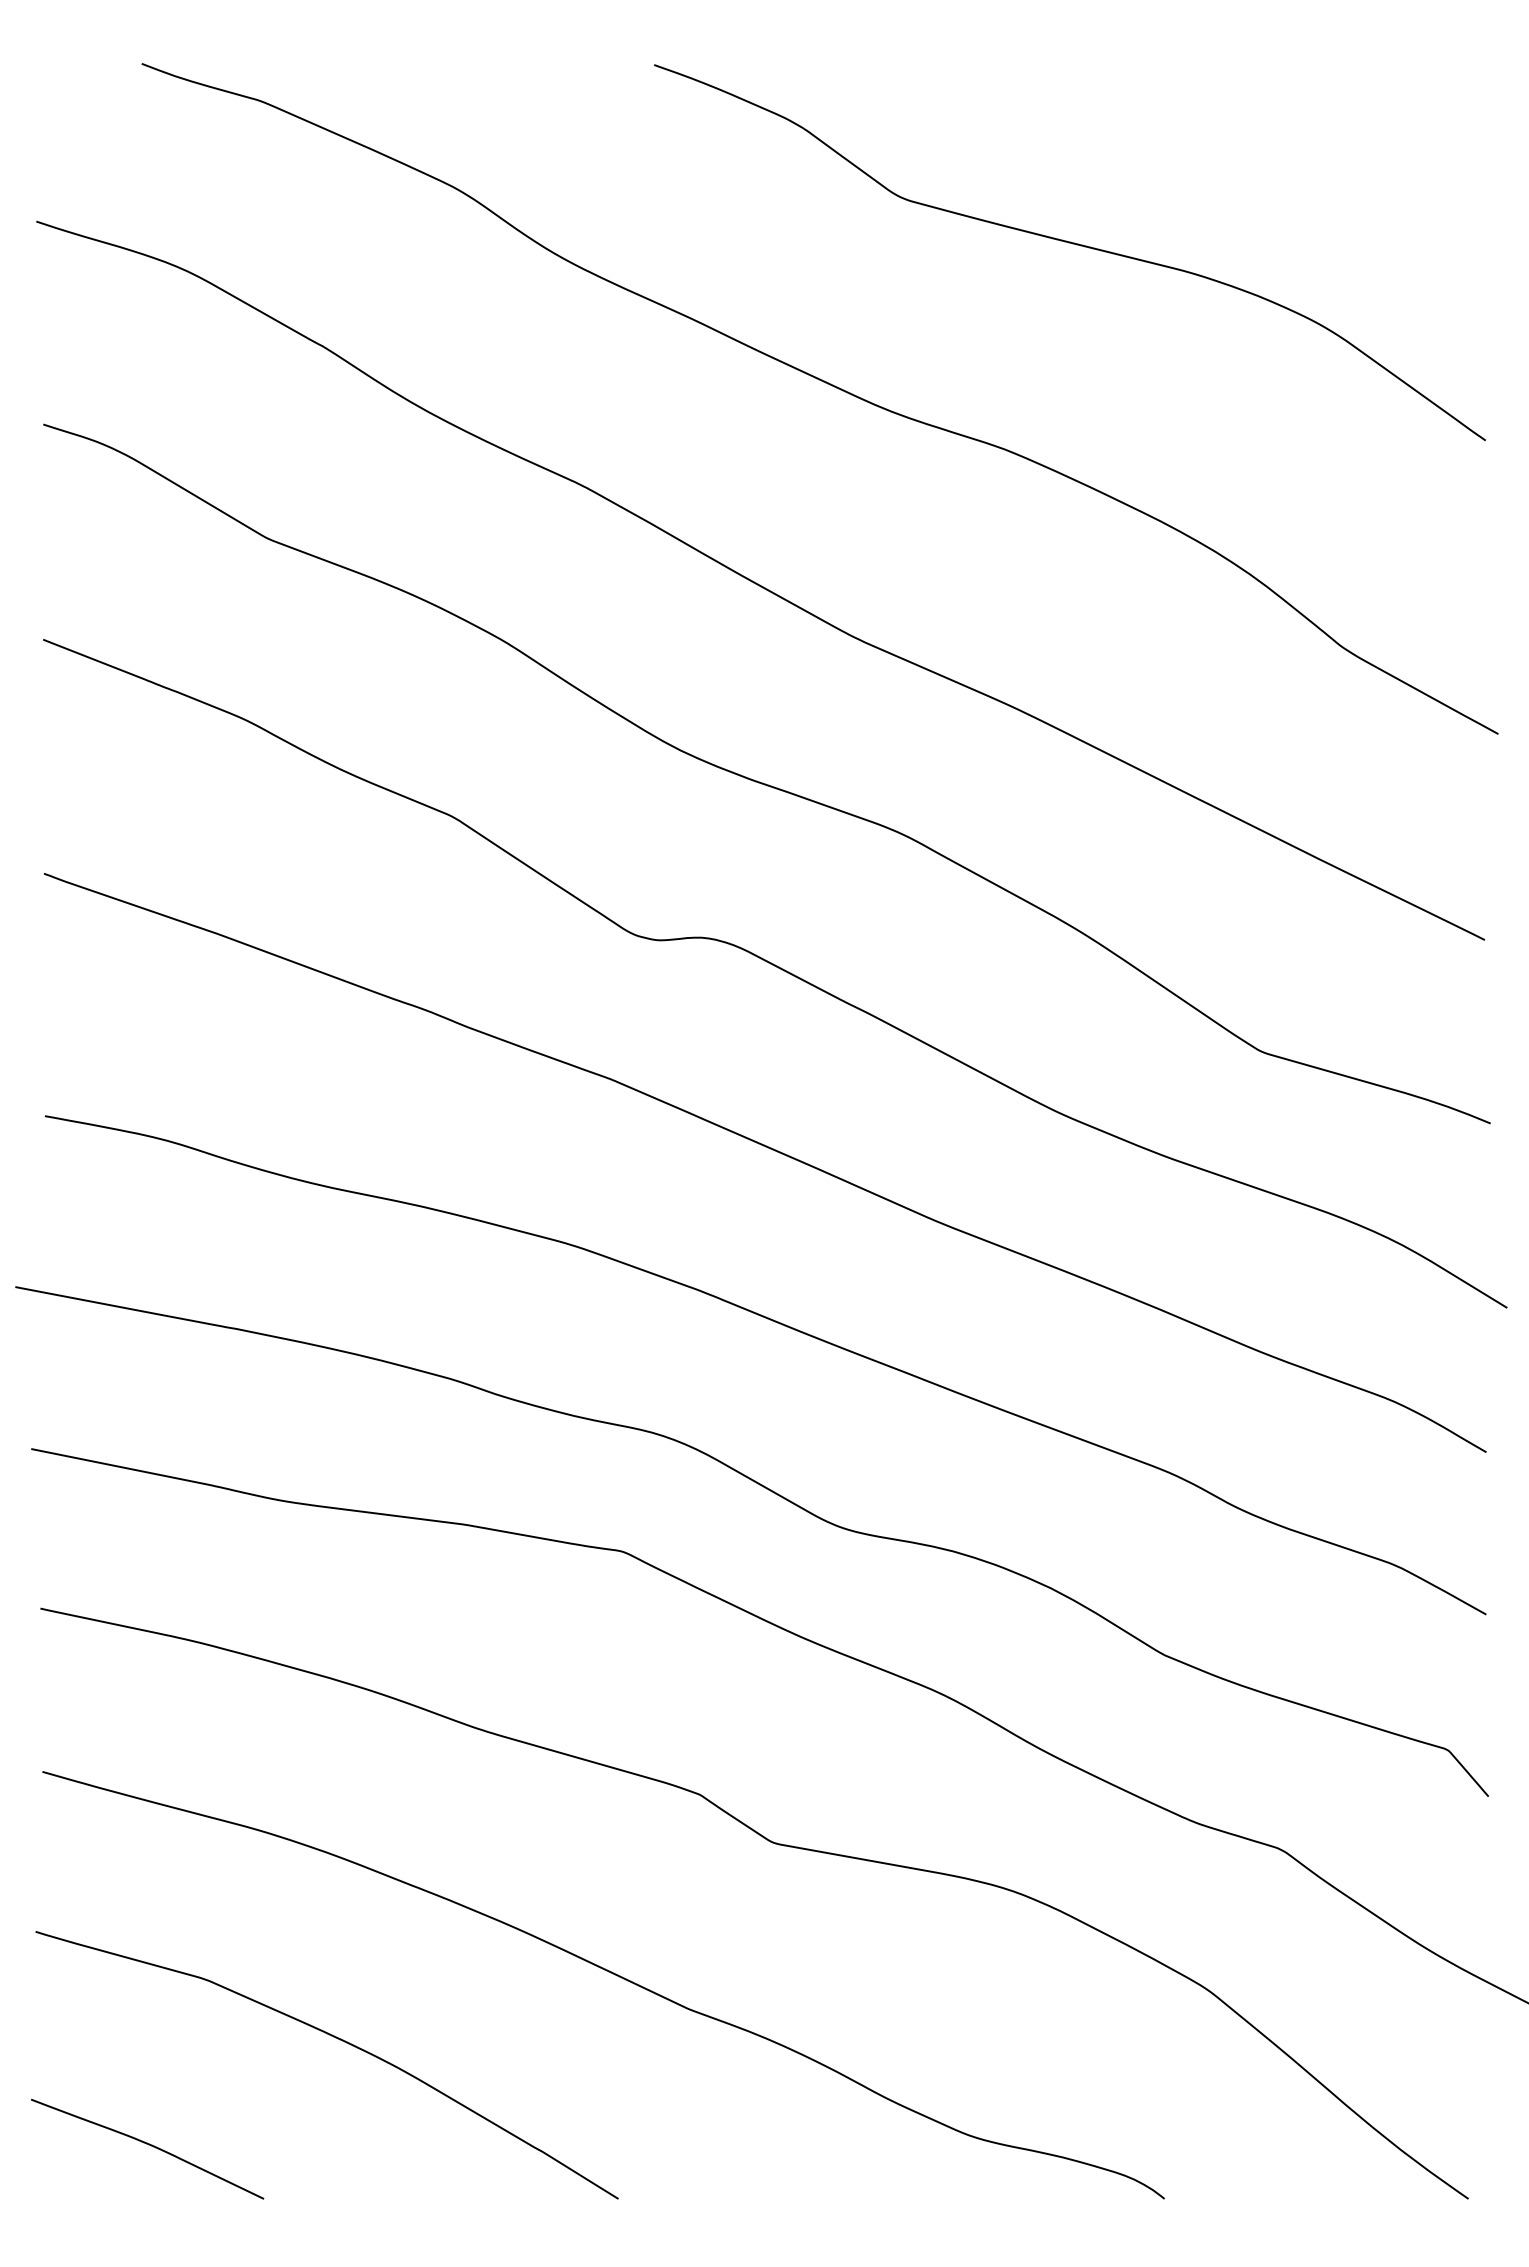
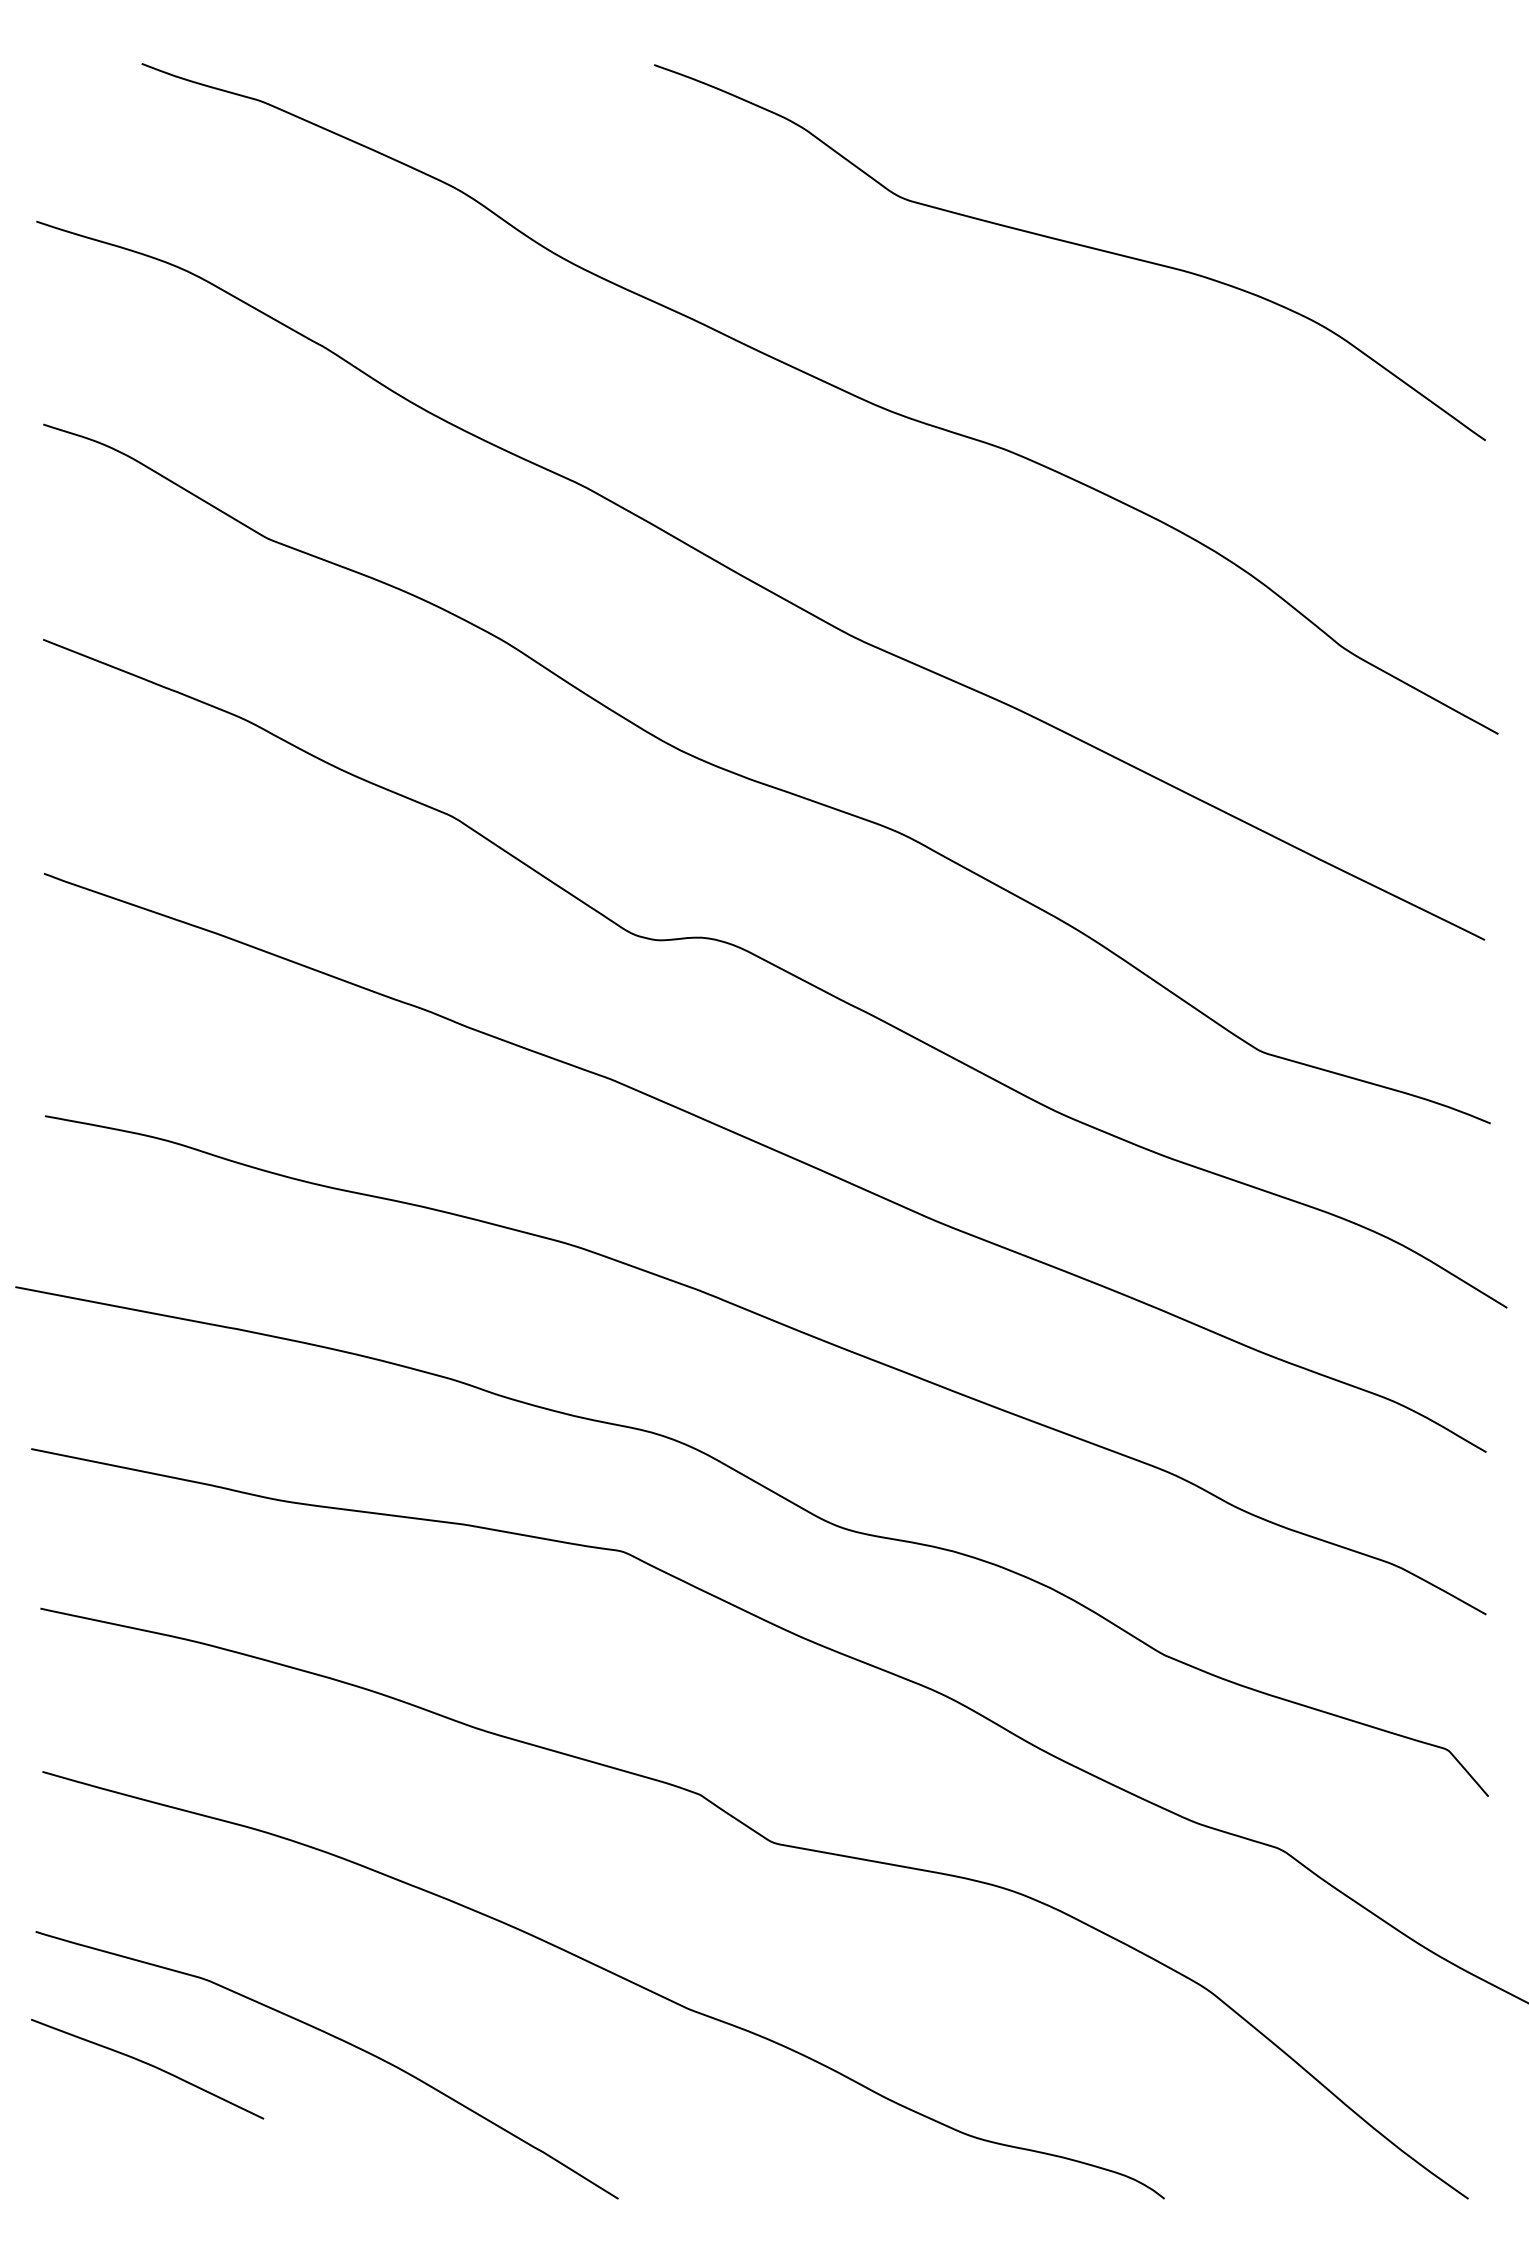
curve at (148, 2145) position: (148, 2145) -> (148, 2065)
